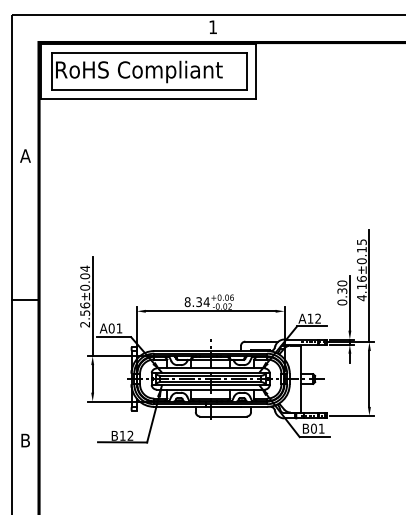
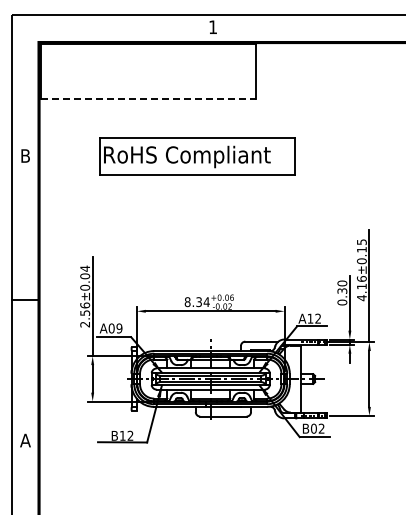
part at (149, 71) position: (149, 71) -> (197, 156)
line at (148, 98): solid -> dashed
text at (25, 155): A -> B
text at (119, 328): A01 -> A09
text at (321, 428): B01 -> B02
text at (25, 440): B -> A
